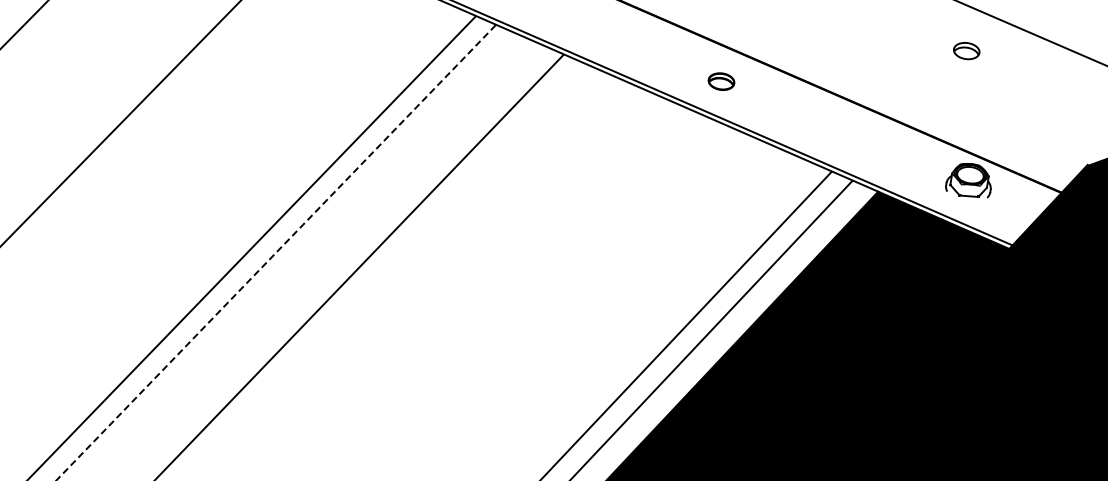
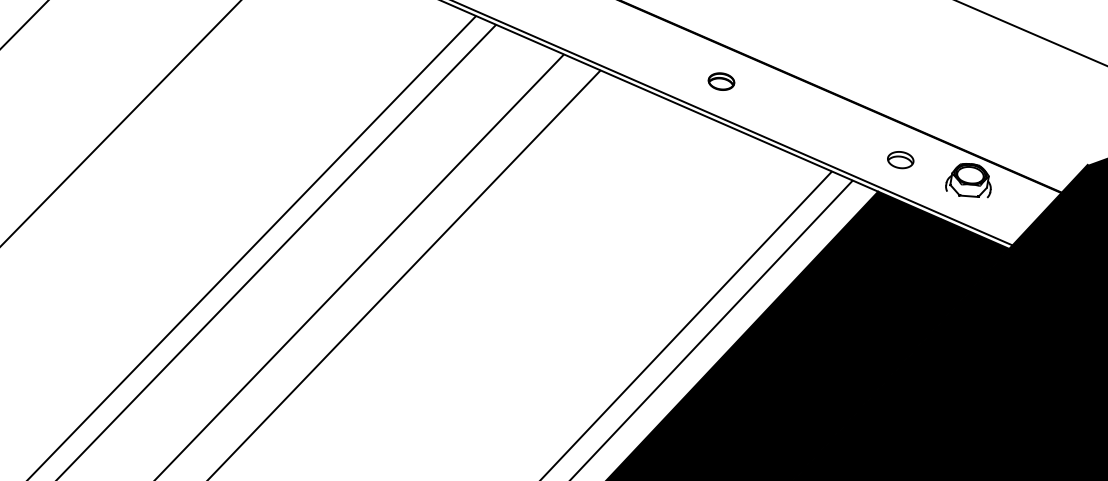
part at (966, 51) position: (966, 51) -> (900, 160)
line at (275, 253): dashed -> solid
line at (405, 273): none -> present
